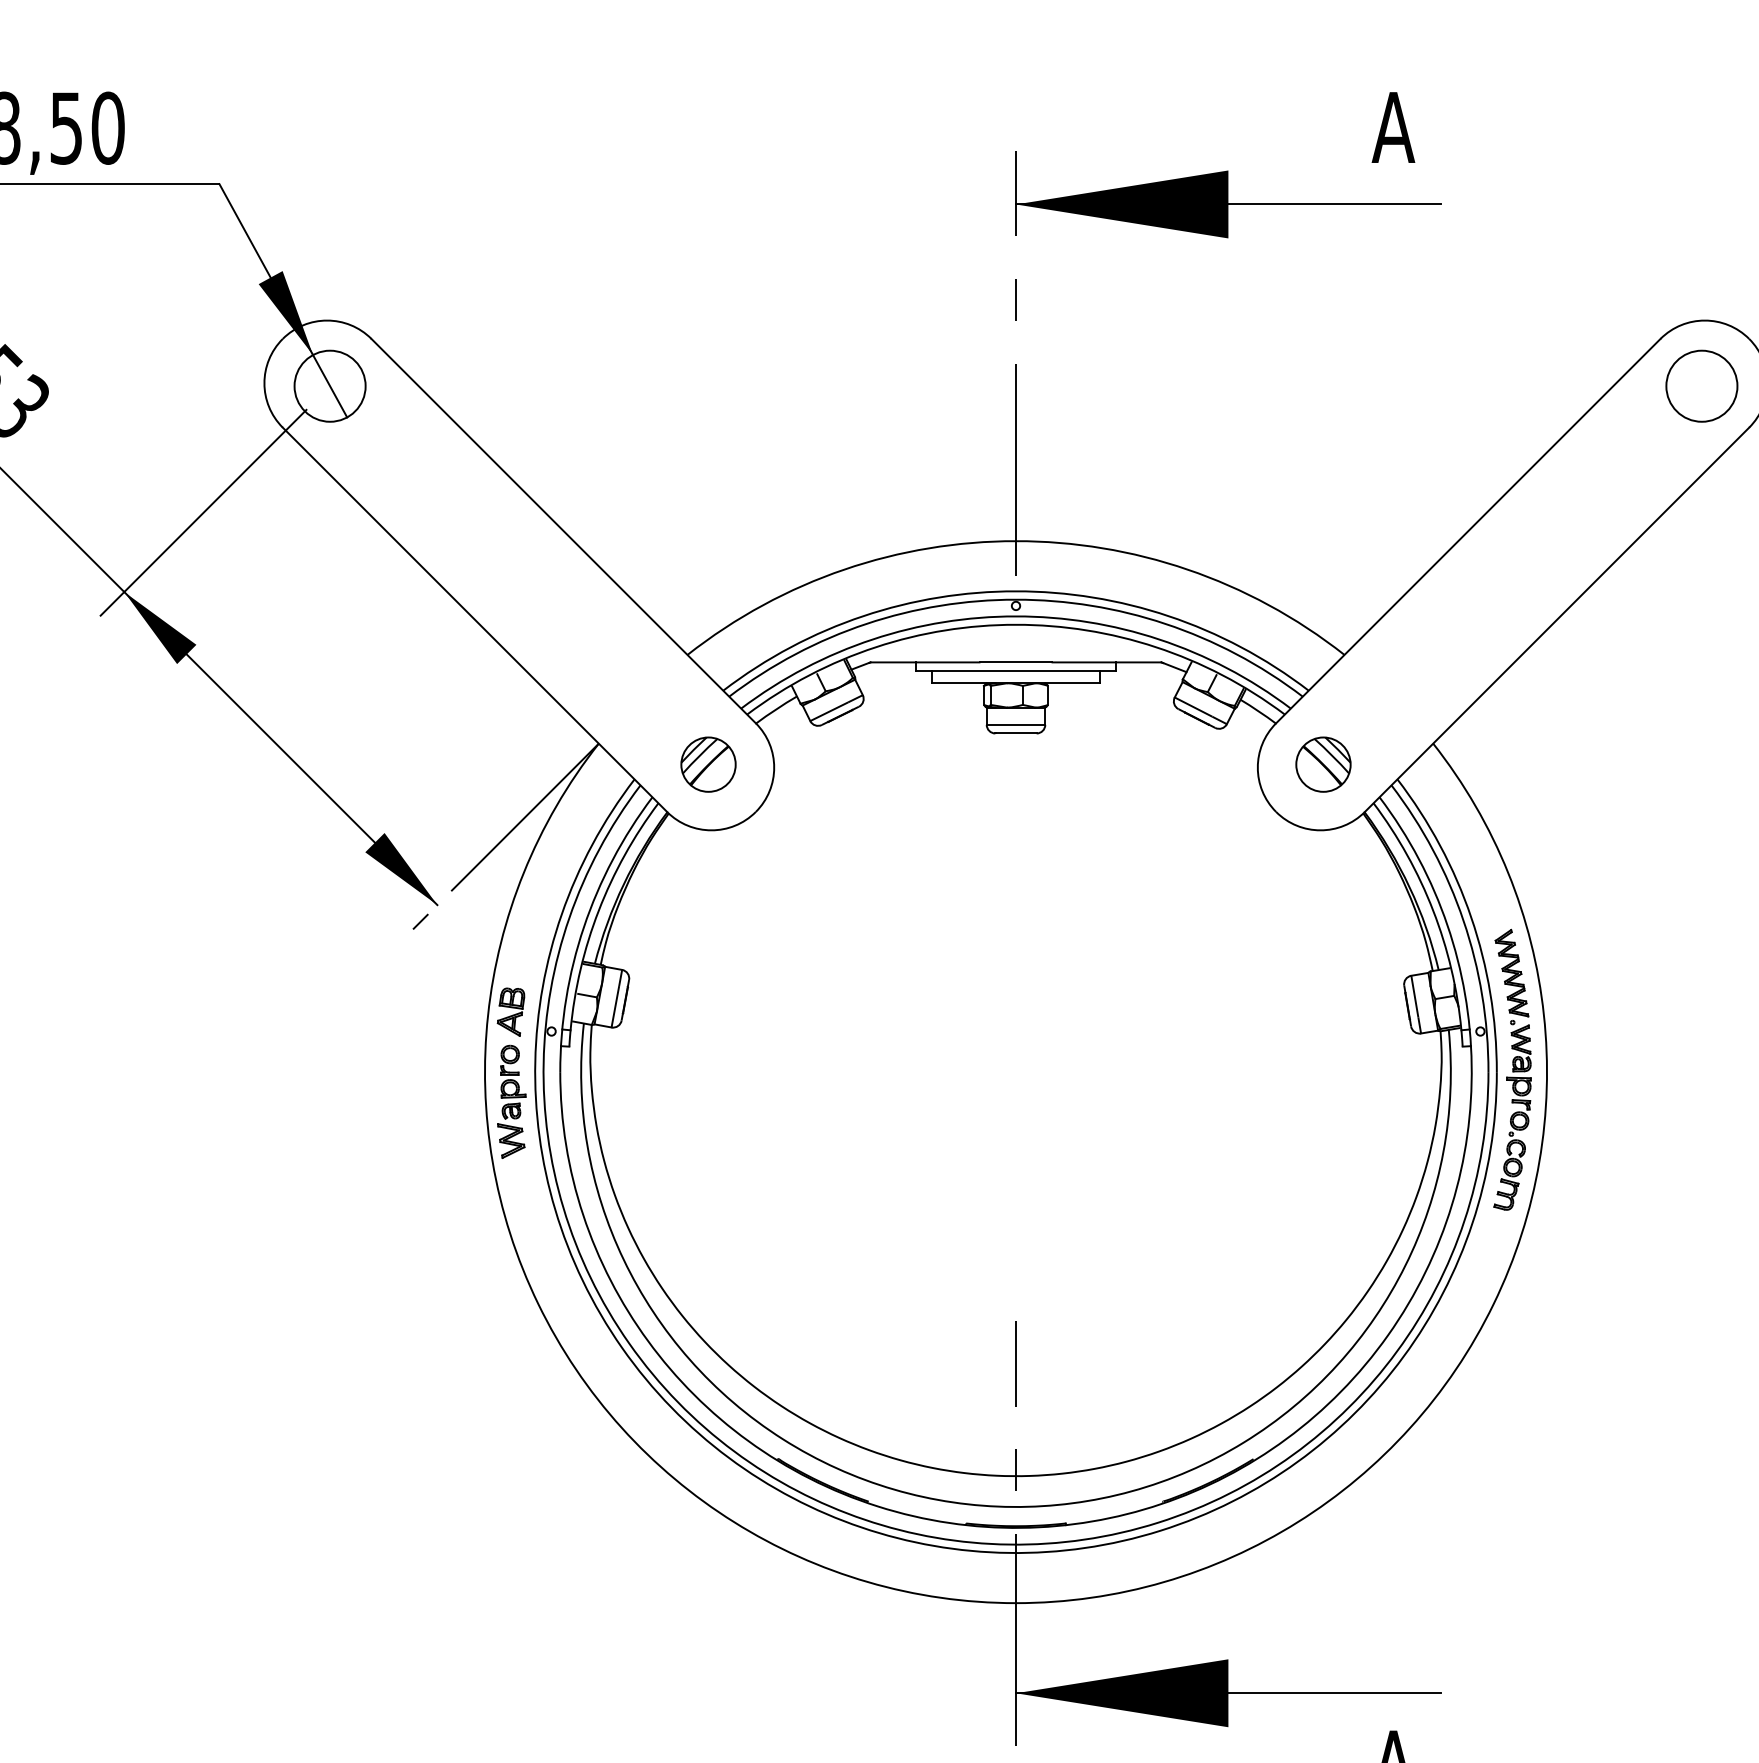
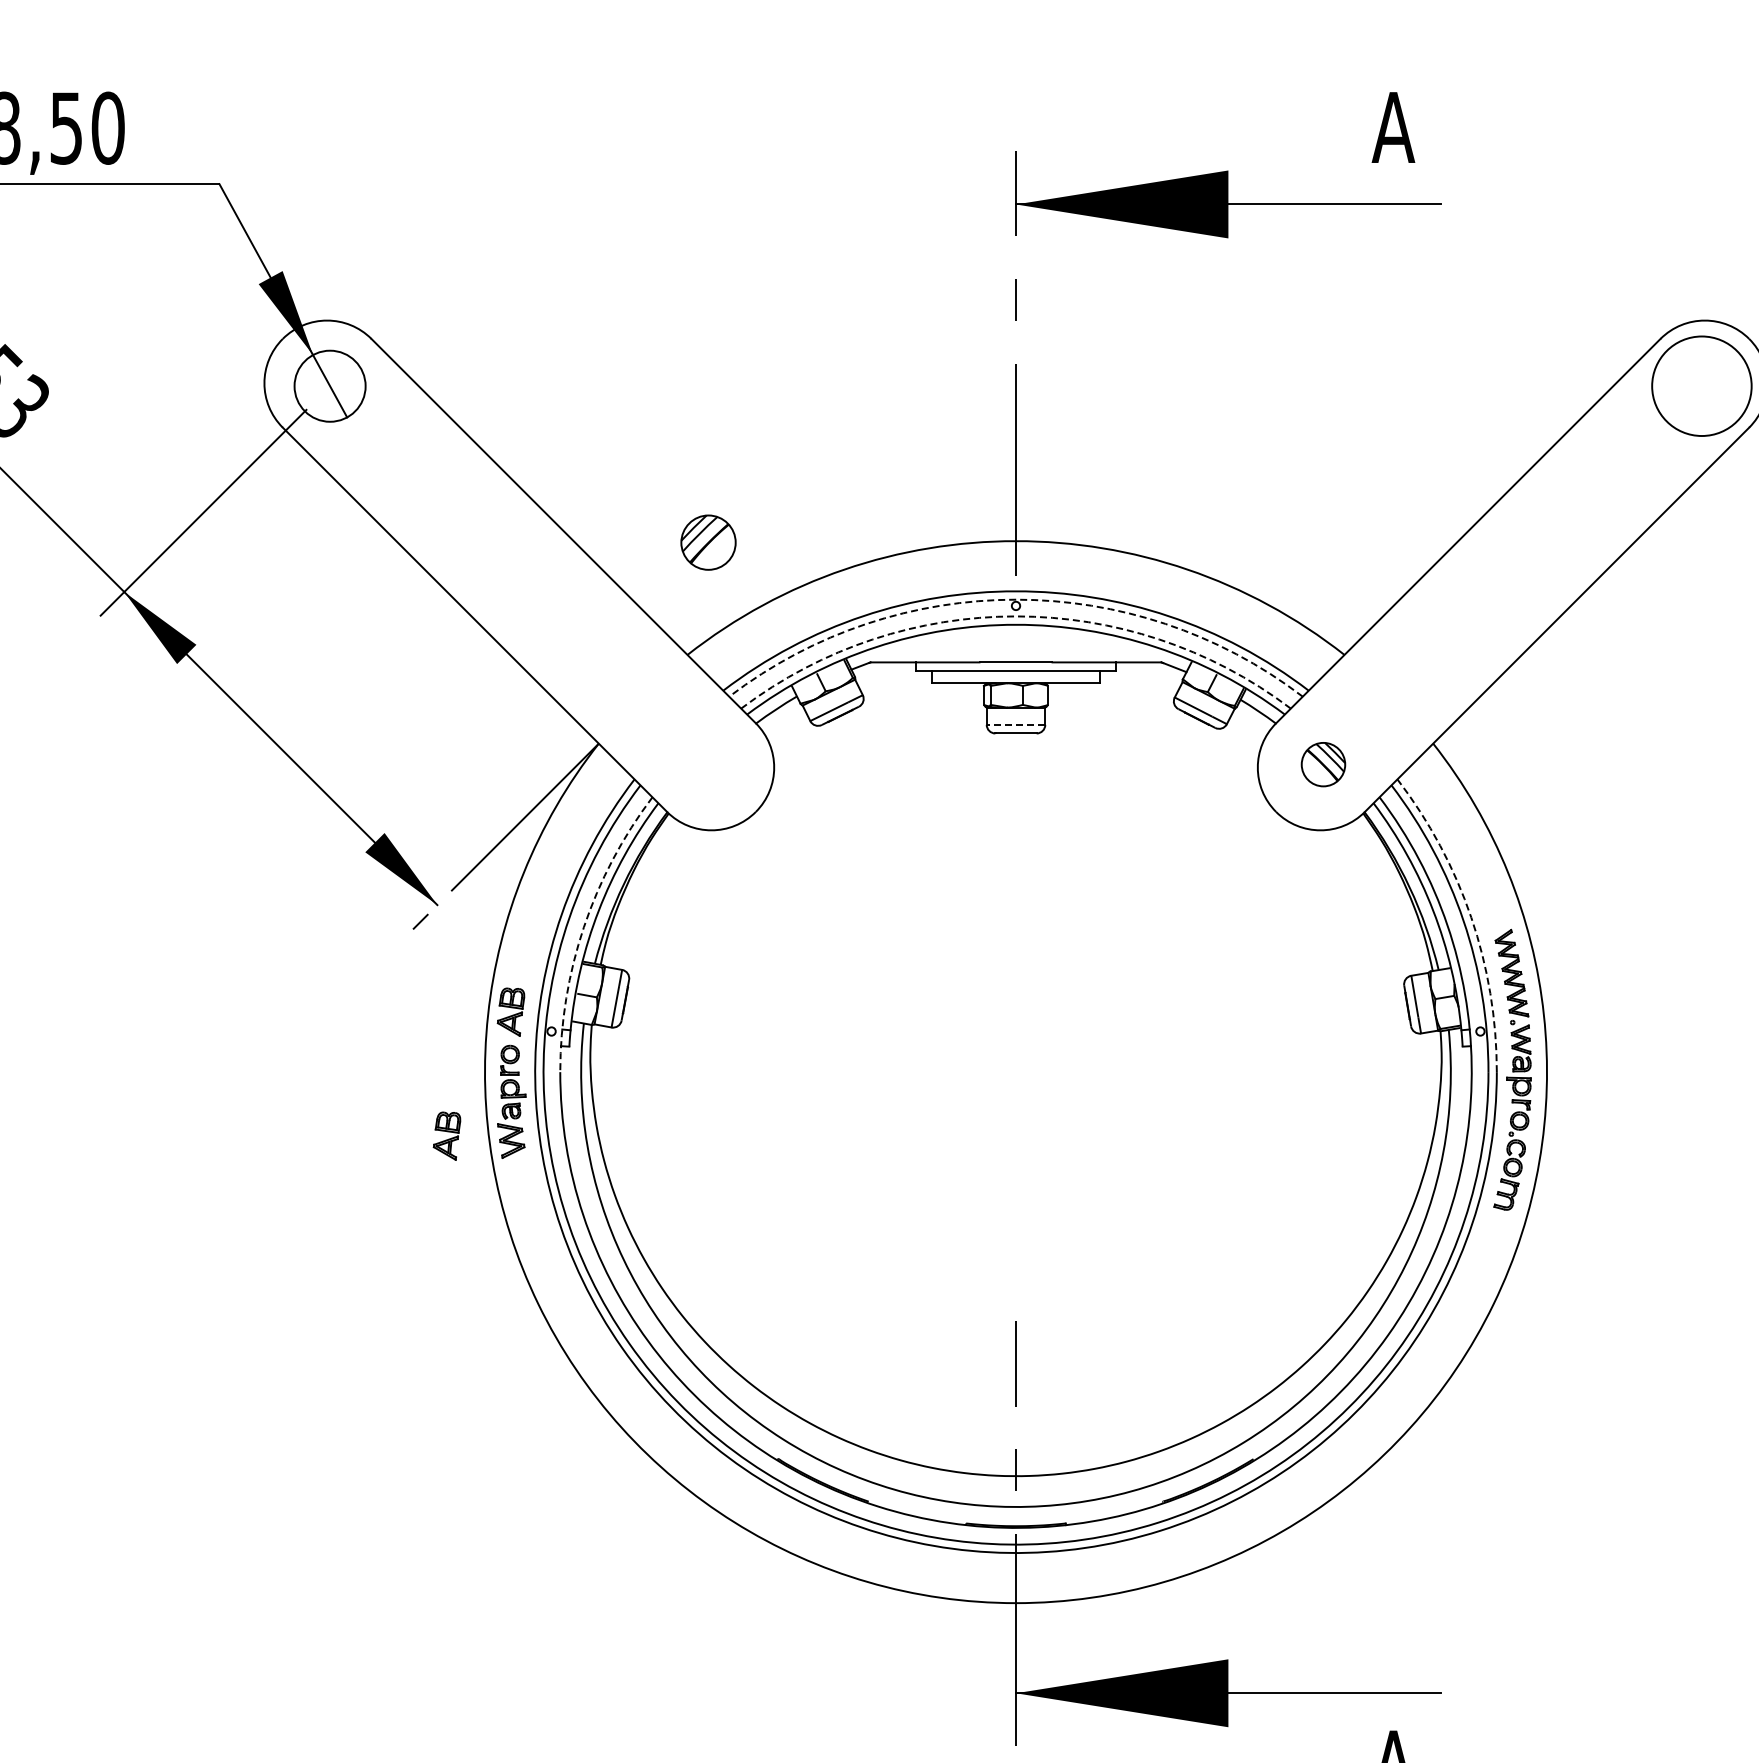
circle at (1701, 385) diameter: 71 px -> 100 px
arc at (1016, 599): solid -> dashed
arc at (1016, 616): solid -> dashed
line at (1016, 724): solid -> dashed
part at (708, 764) position: (708, 764) -> (708, 542)
part at (1323, 764) size: 57x57 px -> 47x46 px
arc at (1471, 917): solid -> dashed
arc at (583, 927): solid -> dashed
part at (446, 1135): none -> present
